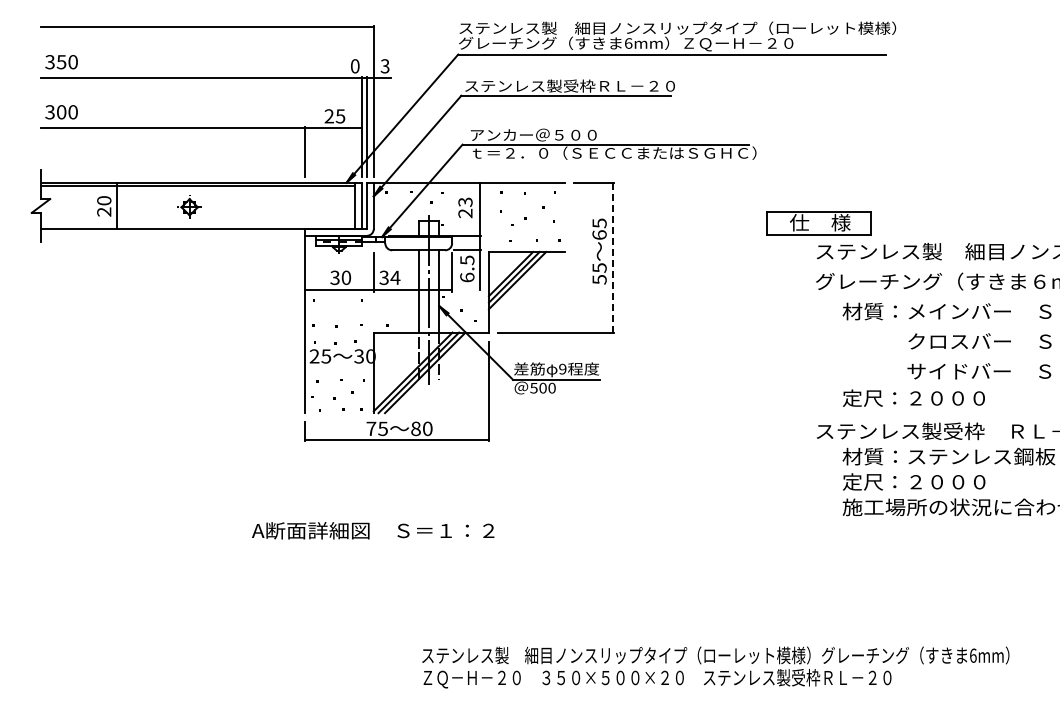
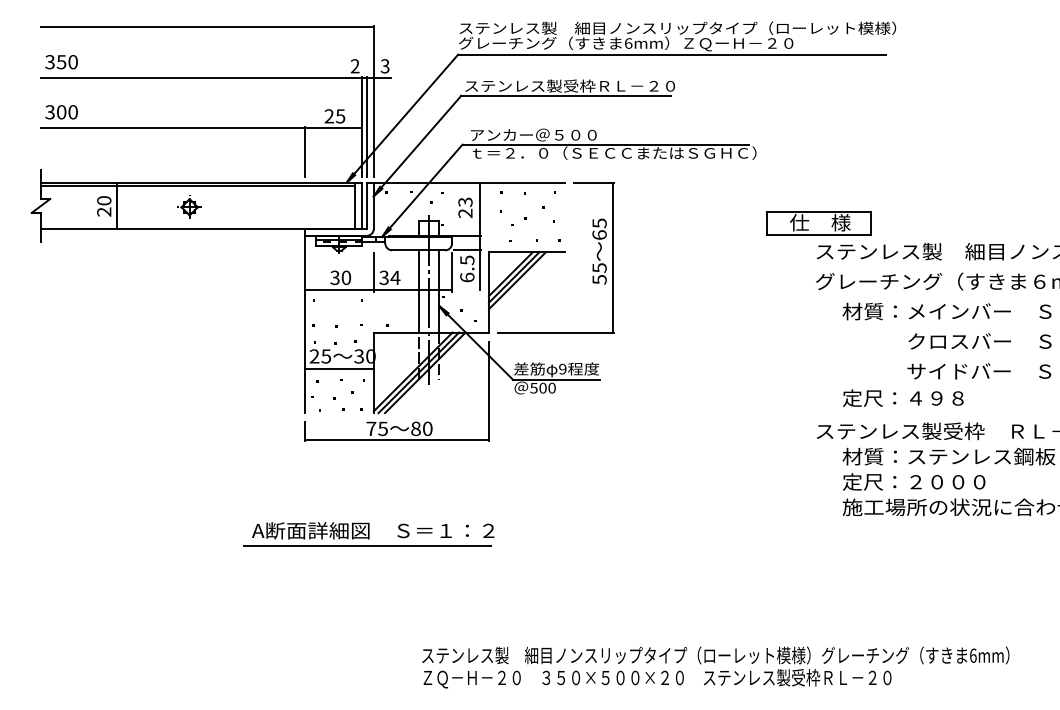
text at (354, 66): 0 -> 2
line at (612, 257): dashed -> solid
line at (338, 369): none -> present
text at (947, 398): 定尺：２０００ -> 定尺：４９８
line at (367, 546): none -> present
